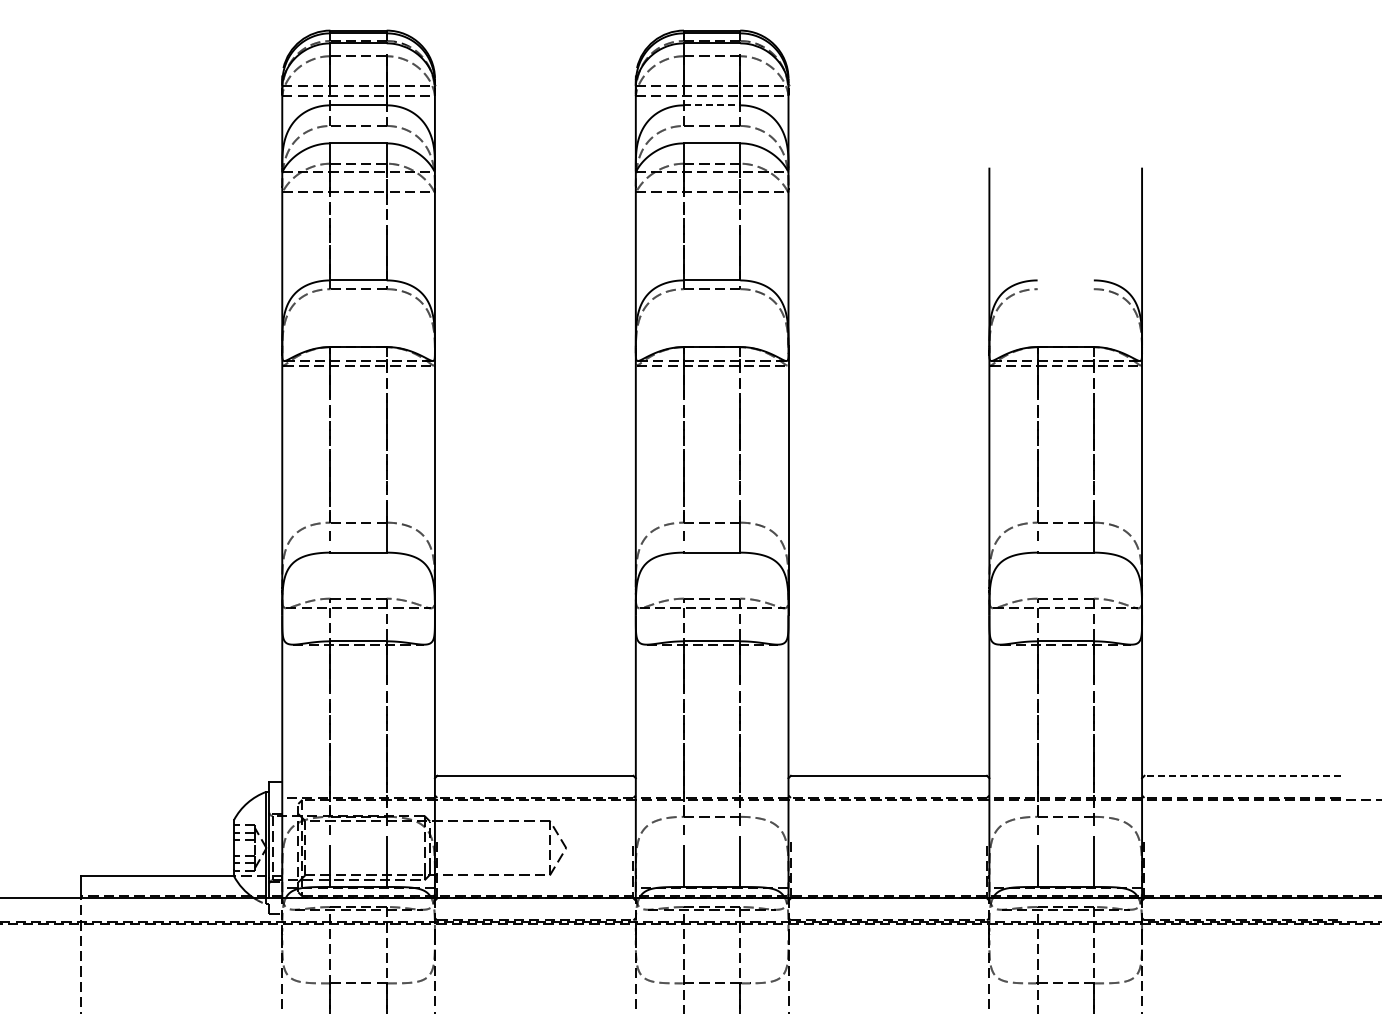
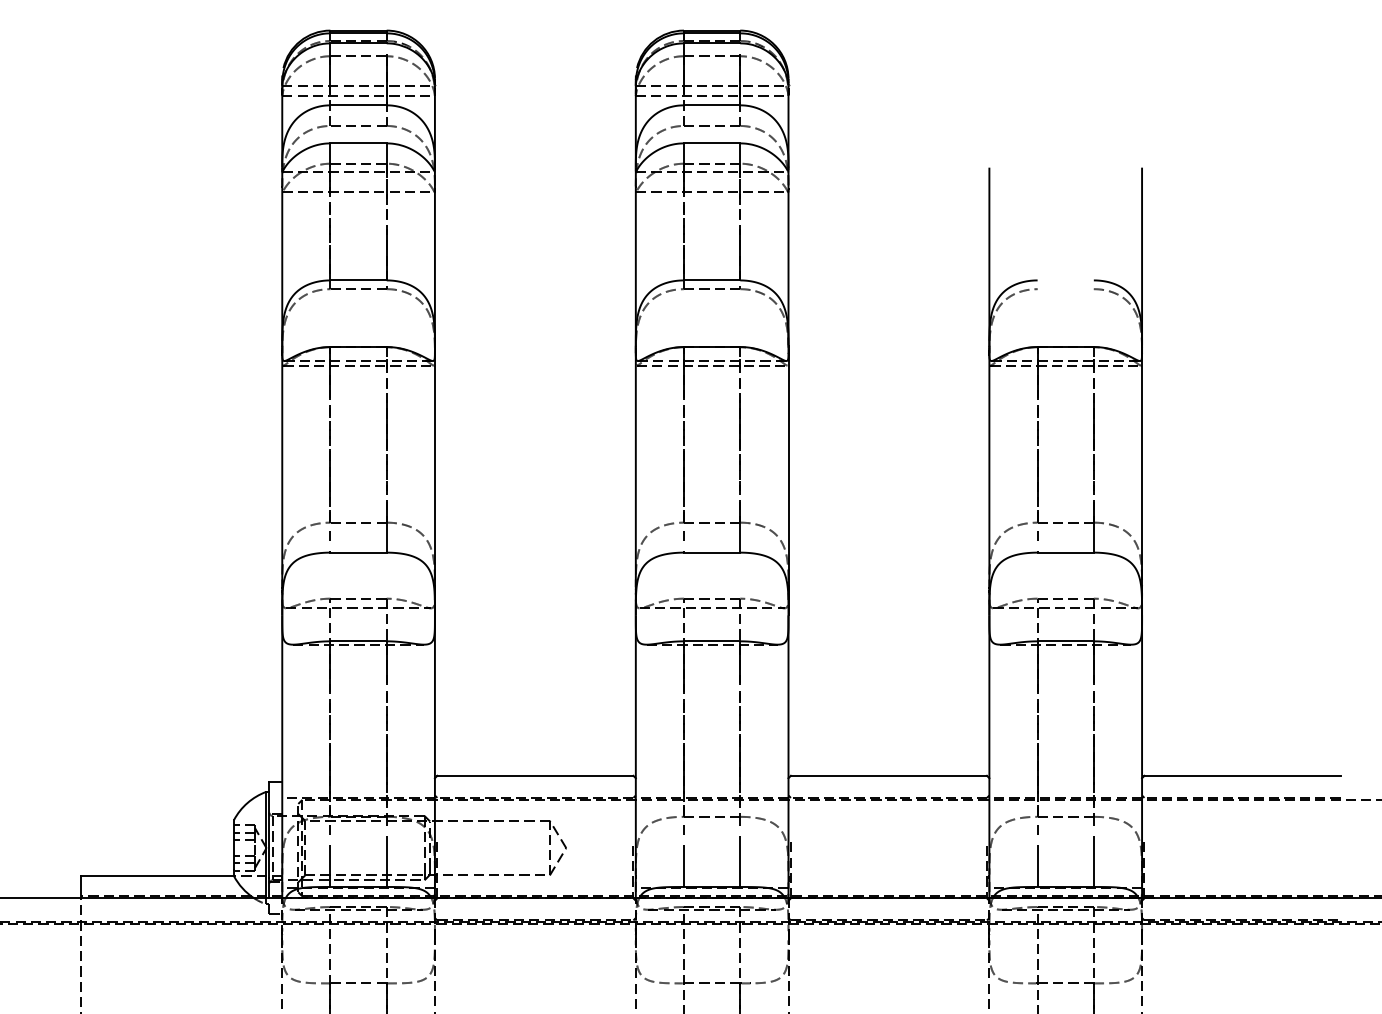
line at (712, 105): dashed -> solid
line at (1242, 775): dashed -> solid
